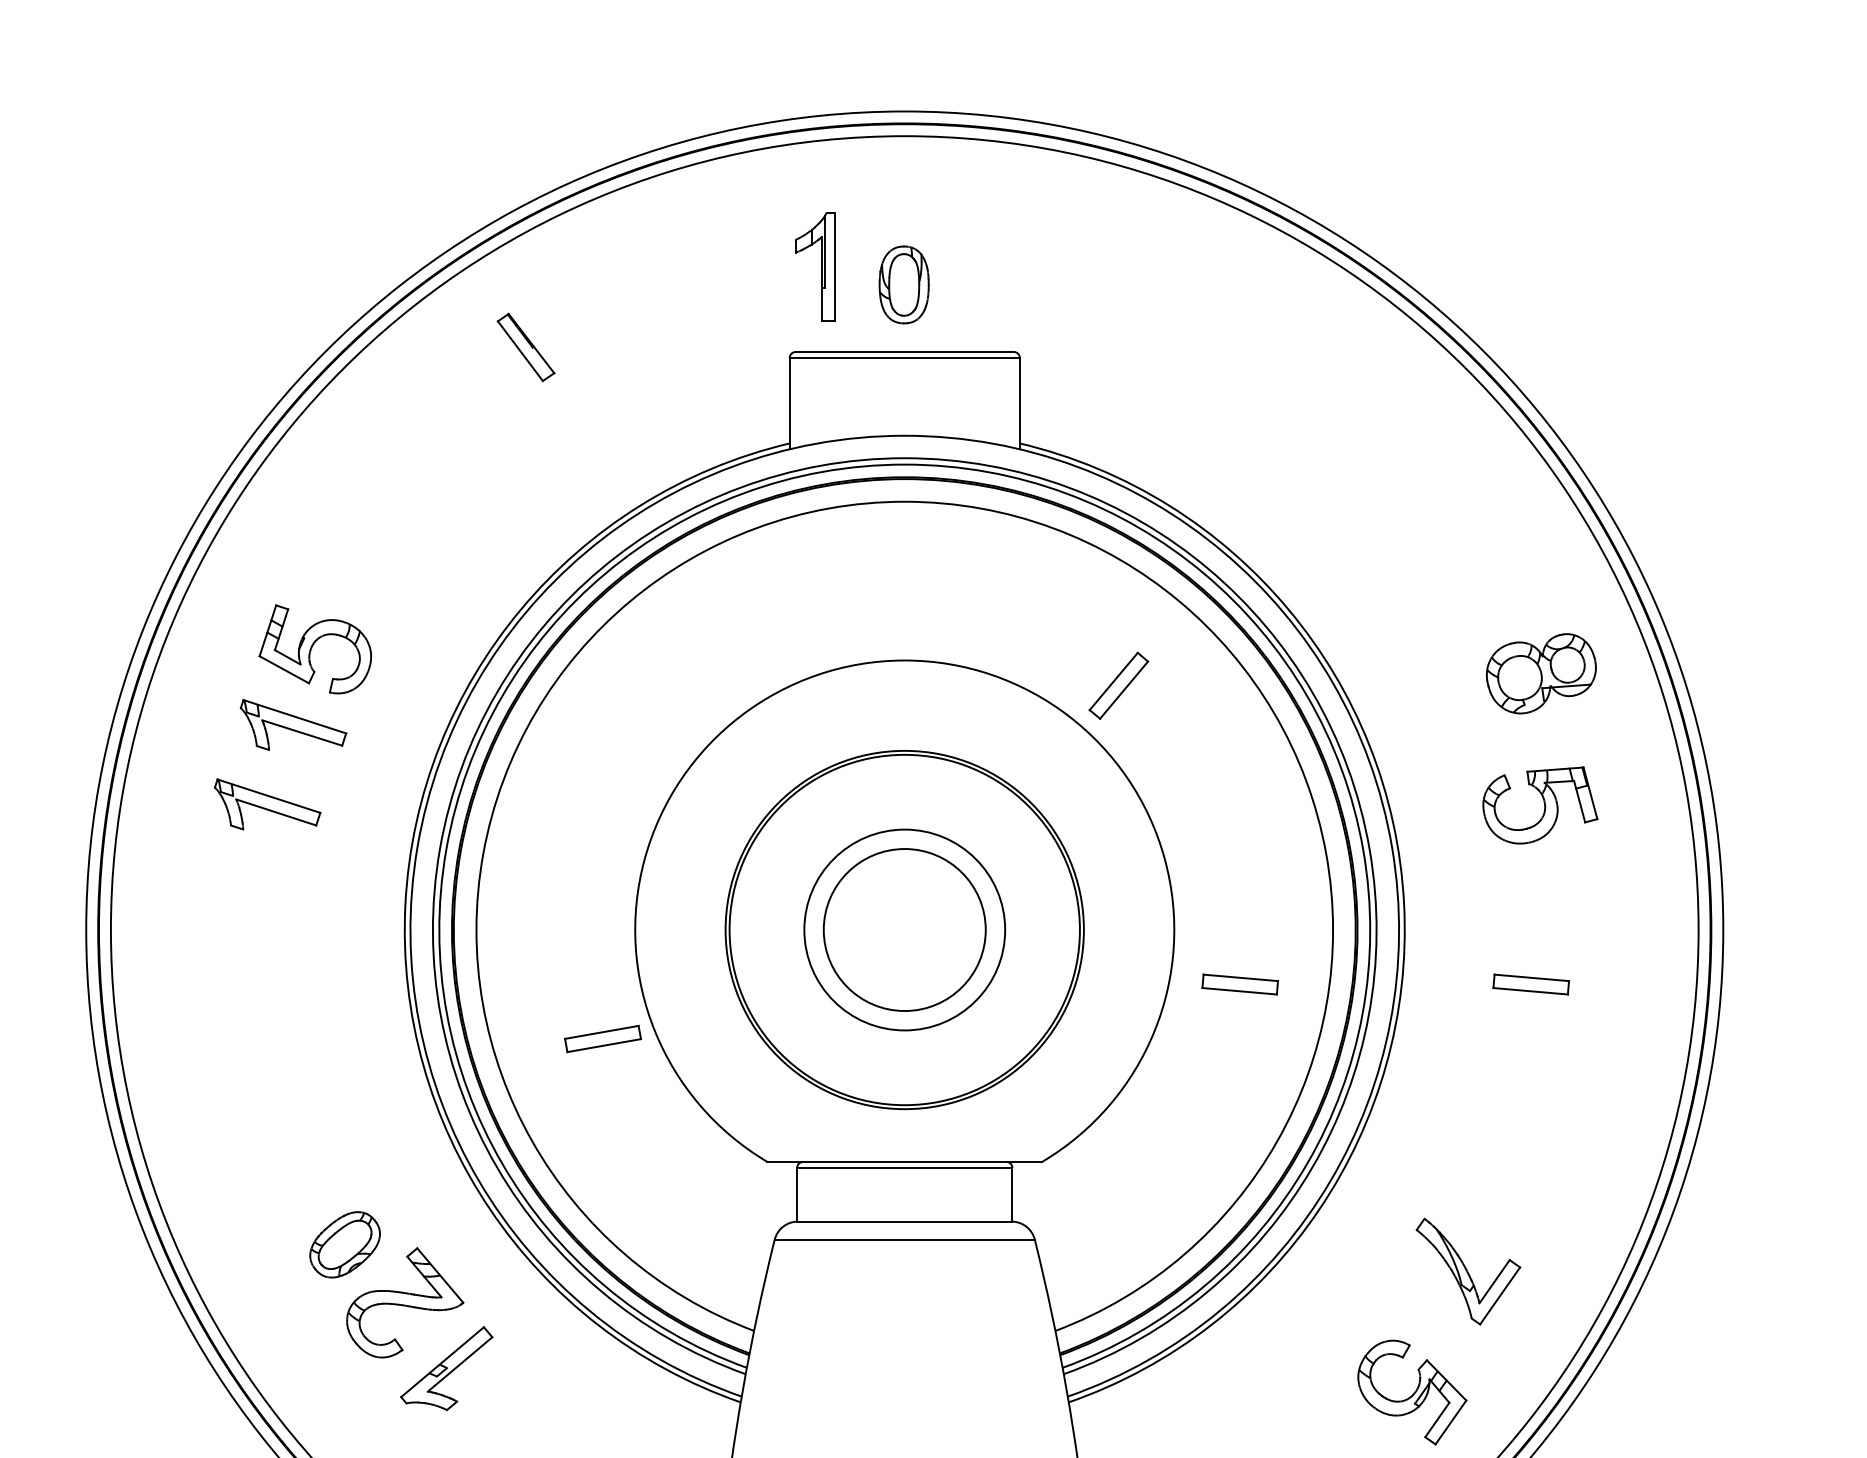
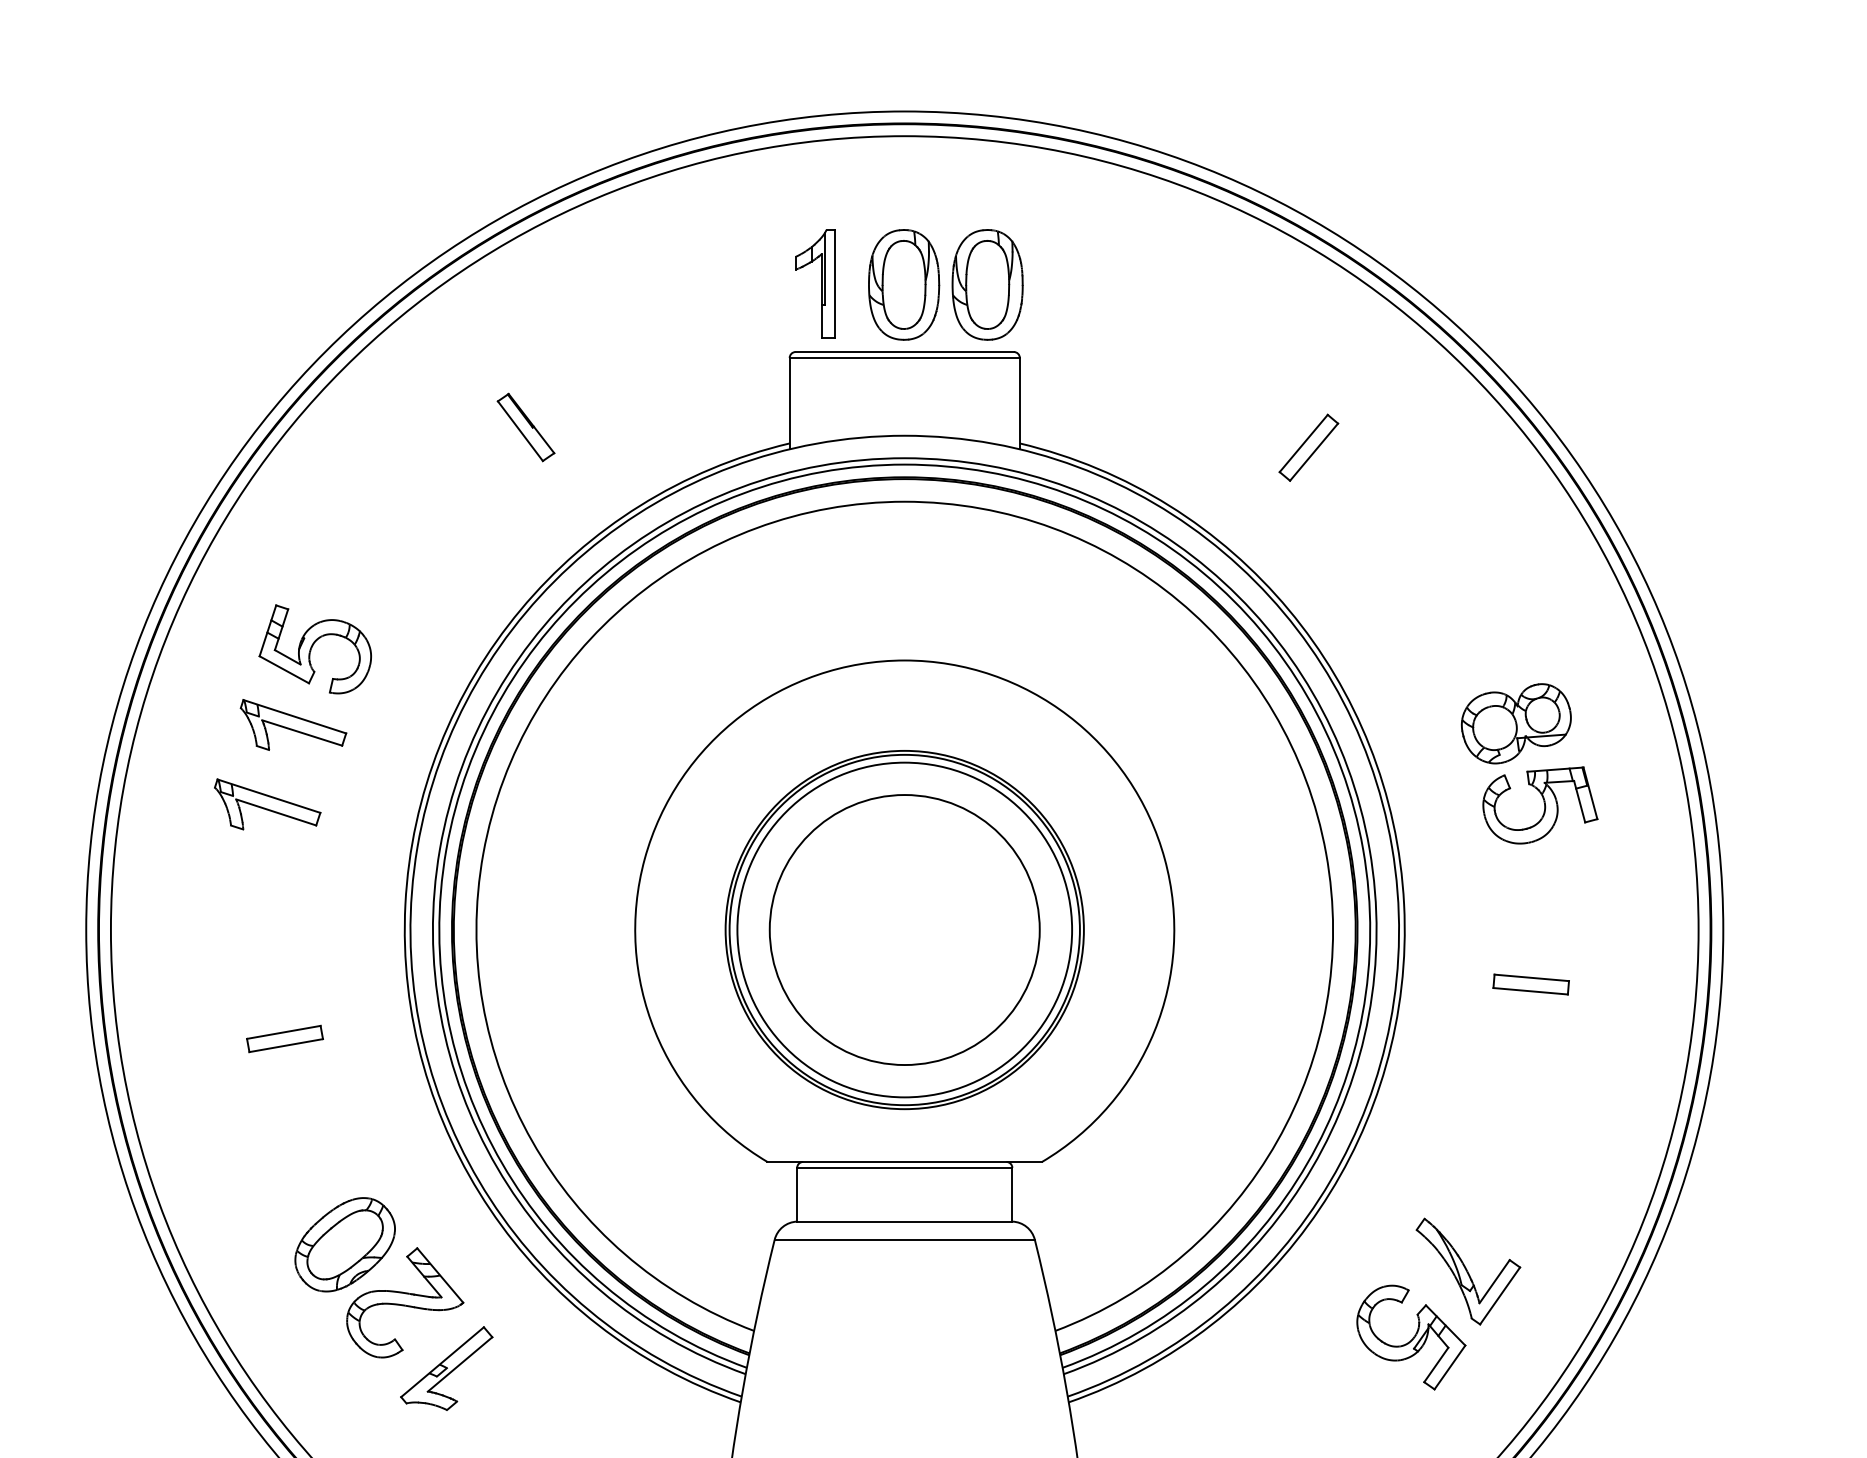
part at (815, 266) position: (815, 266) -> (815, 283)
part at (903, 284) size: 52x80 px -> 73x112 px
part at (987, 284): none -> present
part at (525, 347) position: (525, 347) -> (525, 427)
part at (1541, 673) position: (1541, 673) -> (1516, 723)
part at (1118, 685) position: (1118, 685) -> (1308, 447)
circle at (904, 929) diameter: 201 px -> 335 px
circle at (904, 930) diameter: 162 px -> 270 px
part at (1239, 984): present -> none
part at (602, 1038) position: (602, 1038) -> (284, 1038)
part at (344, 1244) size: 72x68 px -> 102x96 px
part at (1412, 1392) position: (1412, 1392) -> (1411, 1337)
